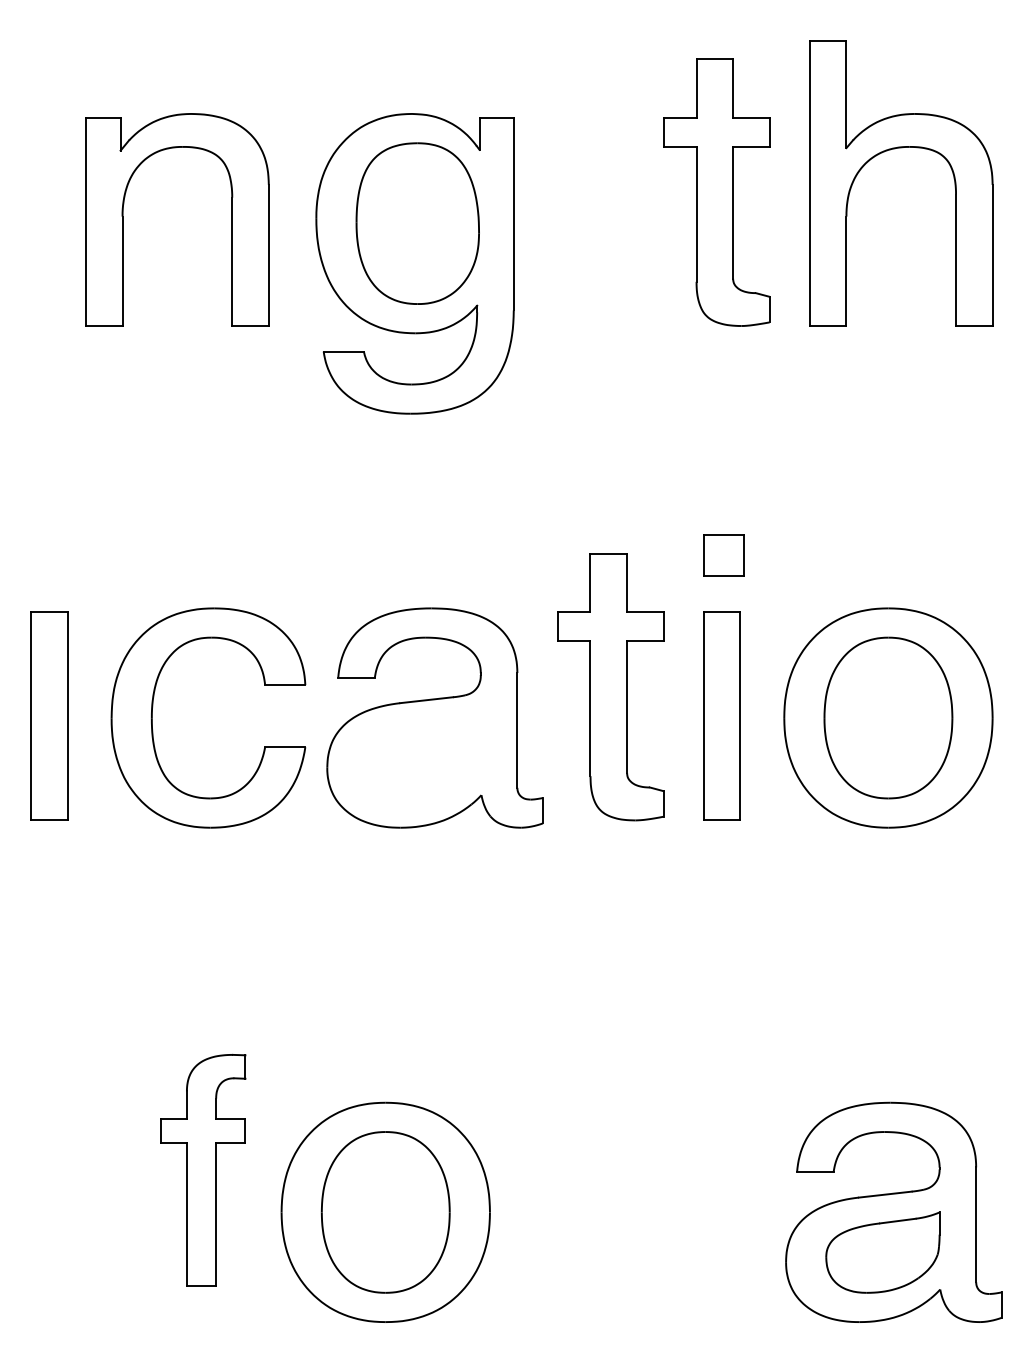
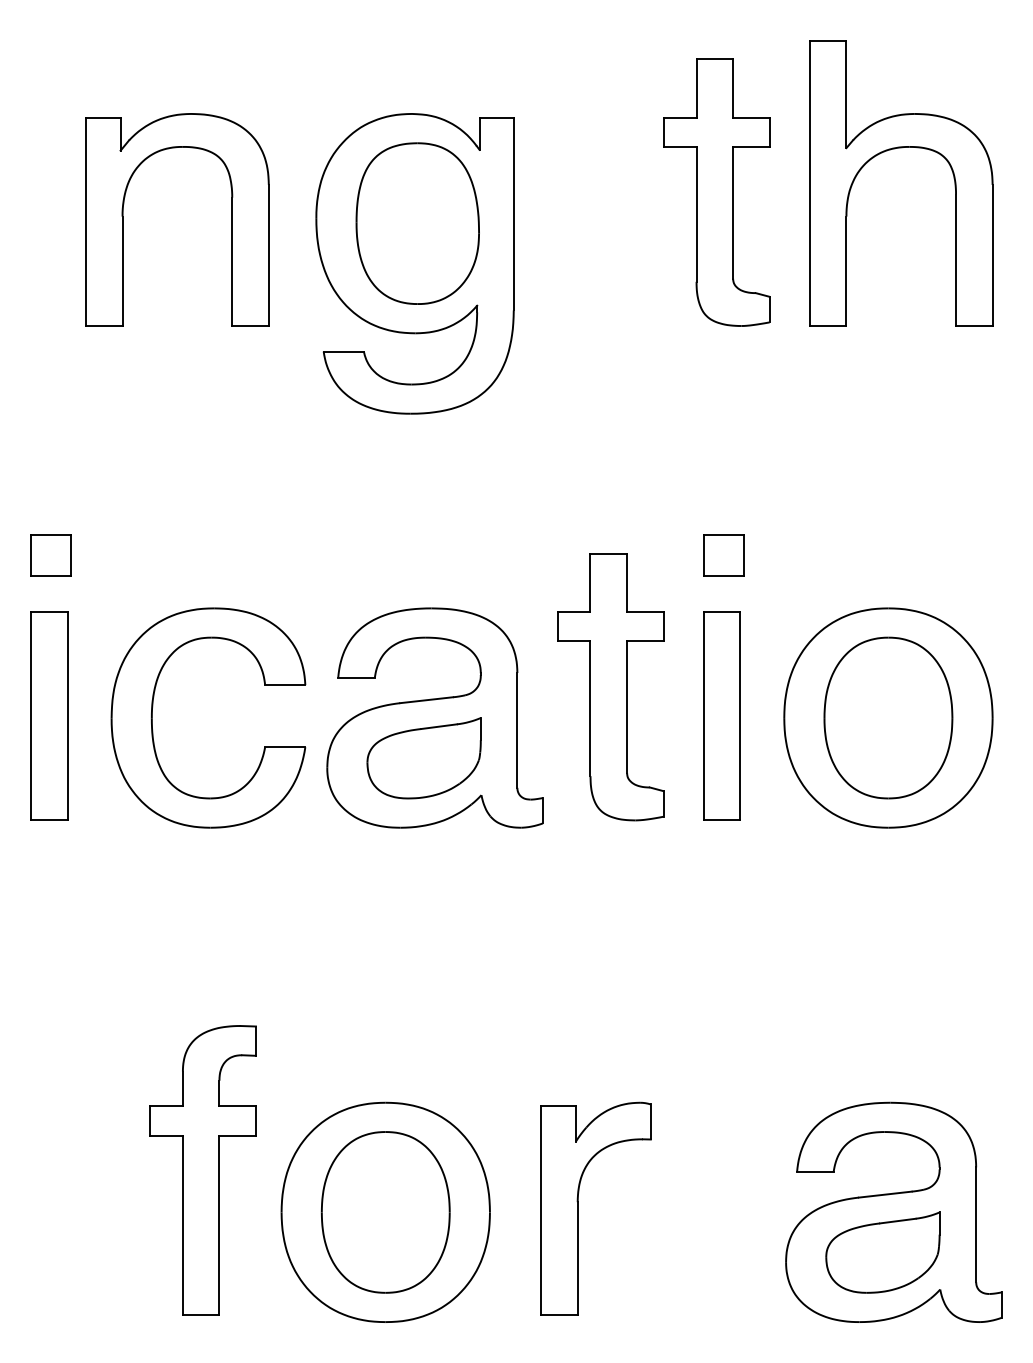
part at (50, 555): none -> present
part at (423, 758): none -> present
part at (203, 1169) size: 87x234 px -> 108x291 px
part at (578, 1208): none -> present
